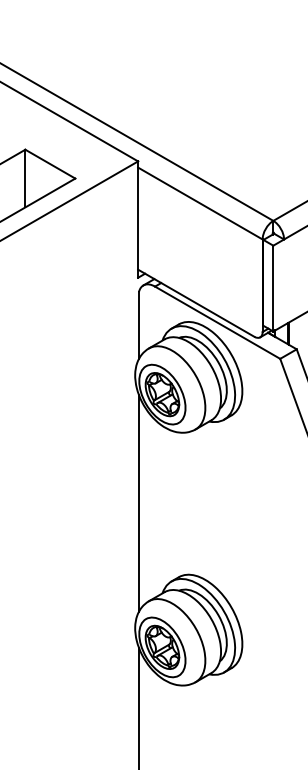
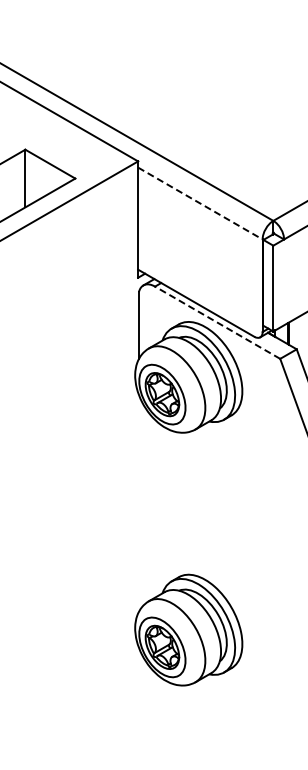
line at (200, 203): solid -> dashed
line at (217, 322): solid -> dashed
line at (138, 503): present -> none
line at (138, 706): present -> none
